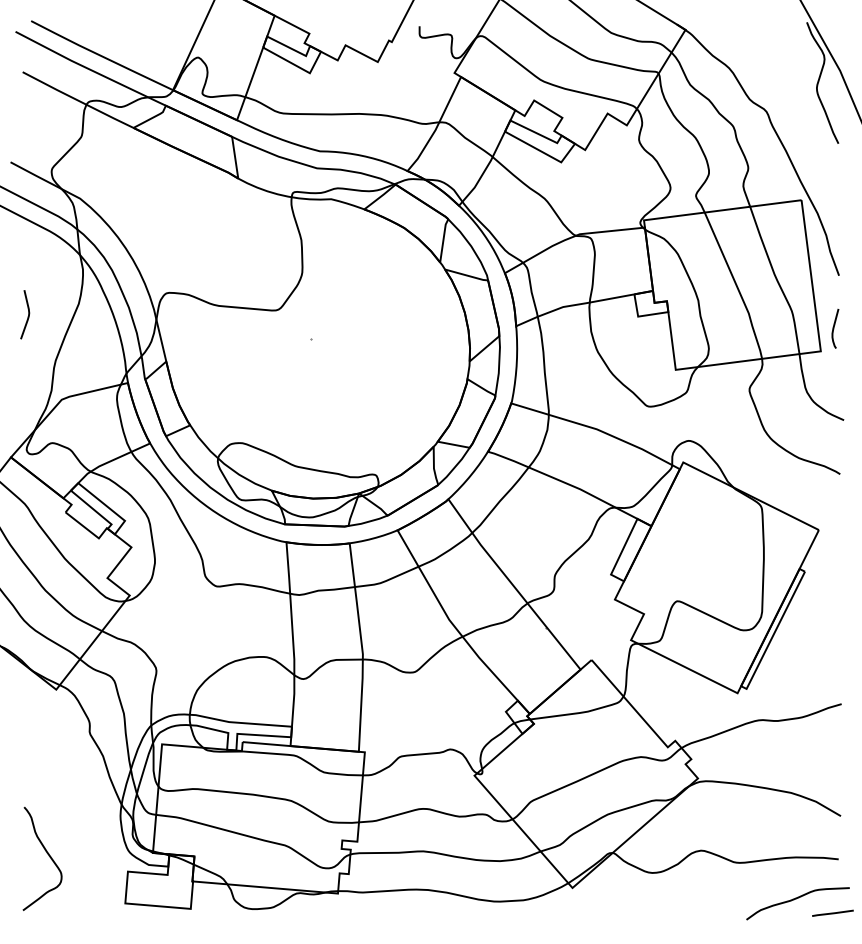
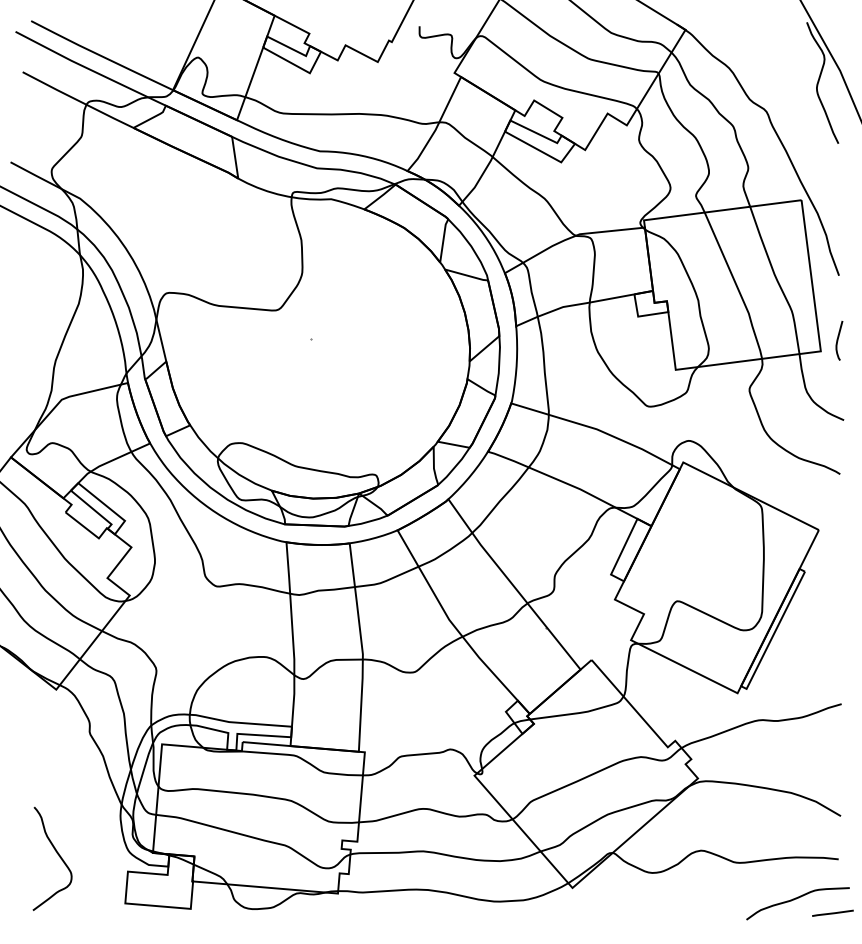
curve at (27, 316): present -> none
curve at (834, 328) position: (834, 328) -> (838, 340)
curve at (46, 853) position: (46, 853) -> (56, 853)
